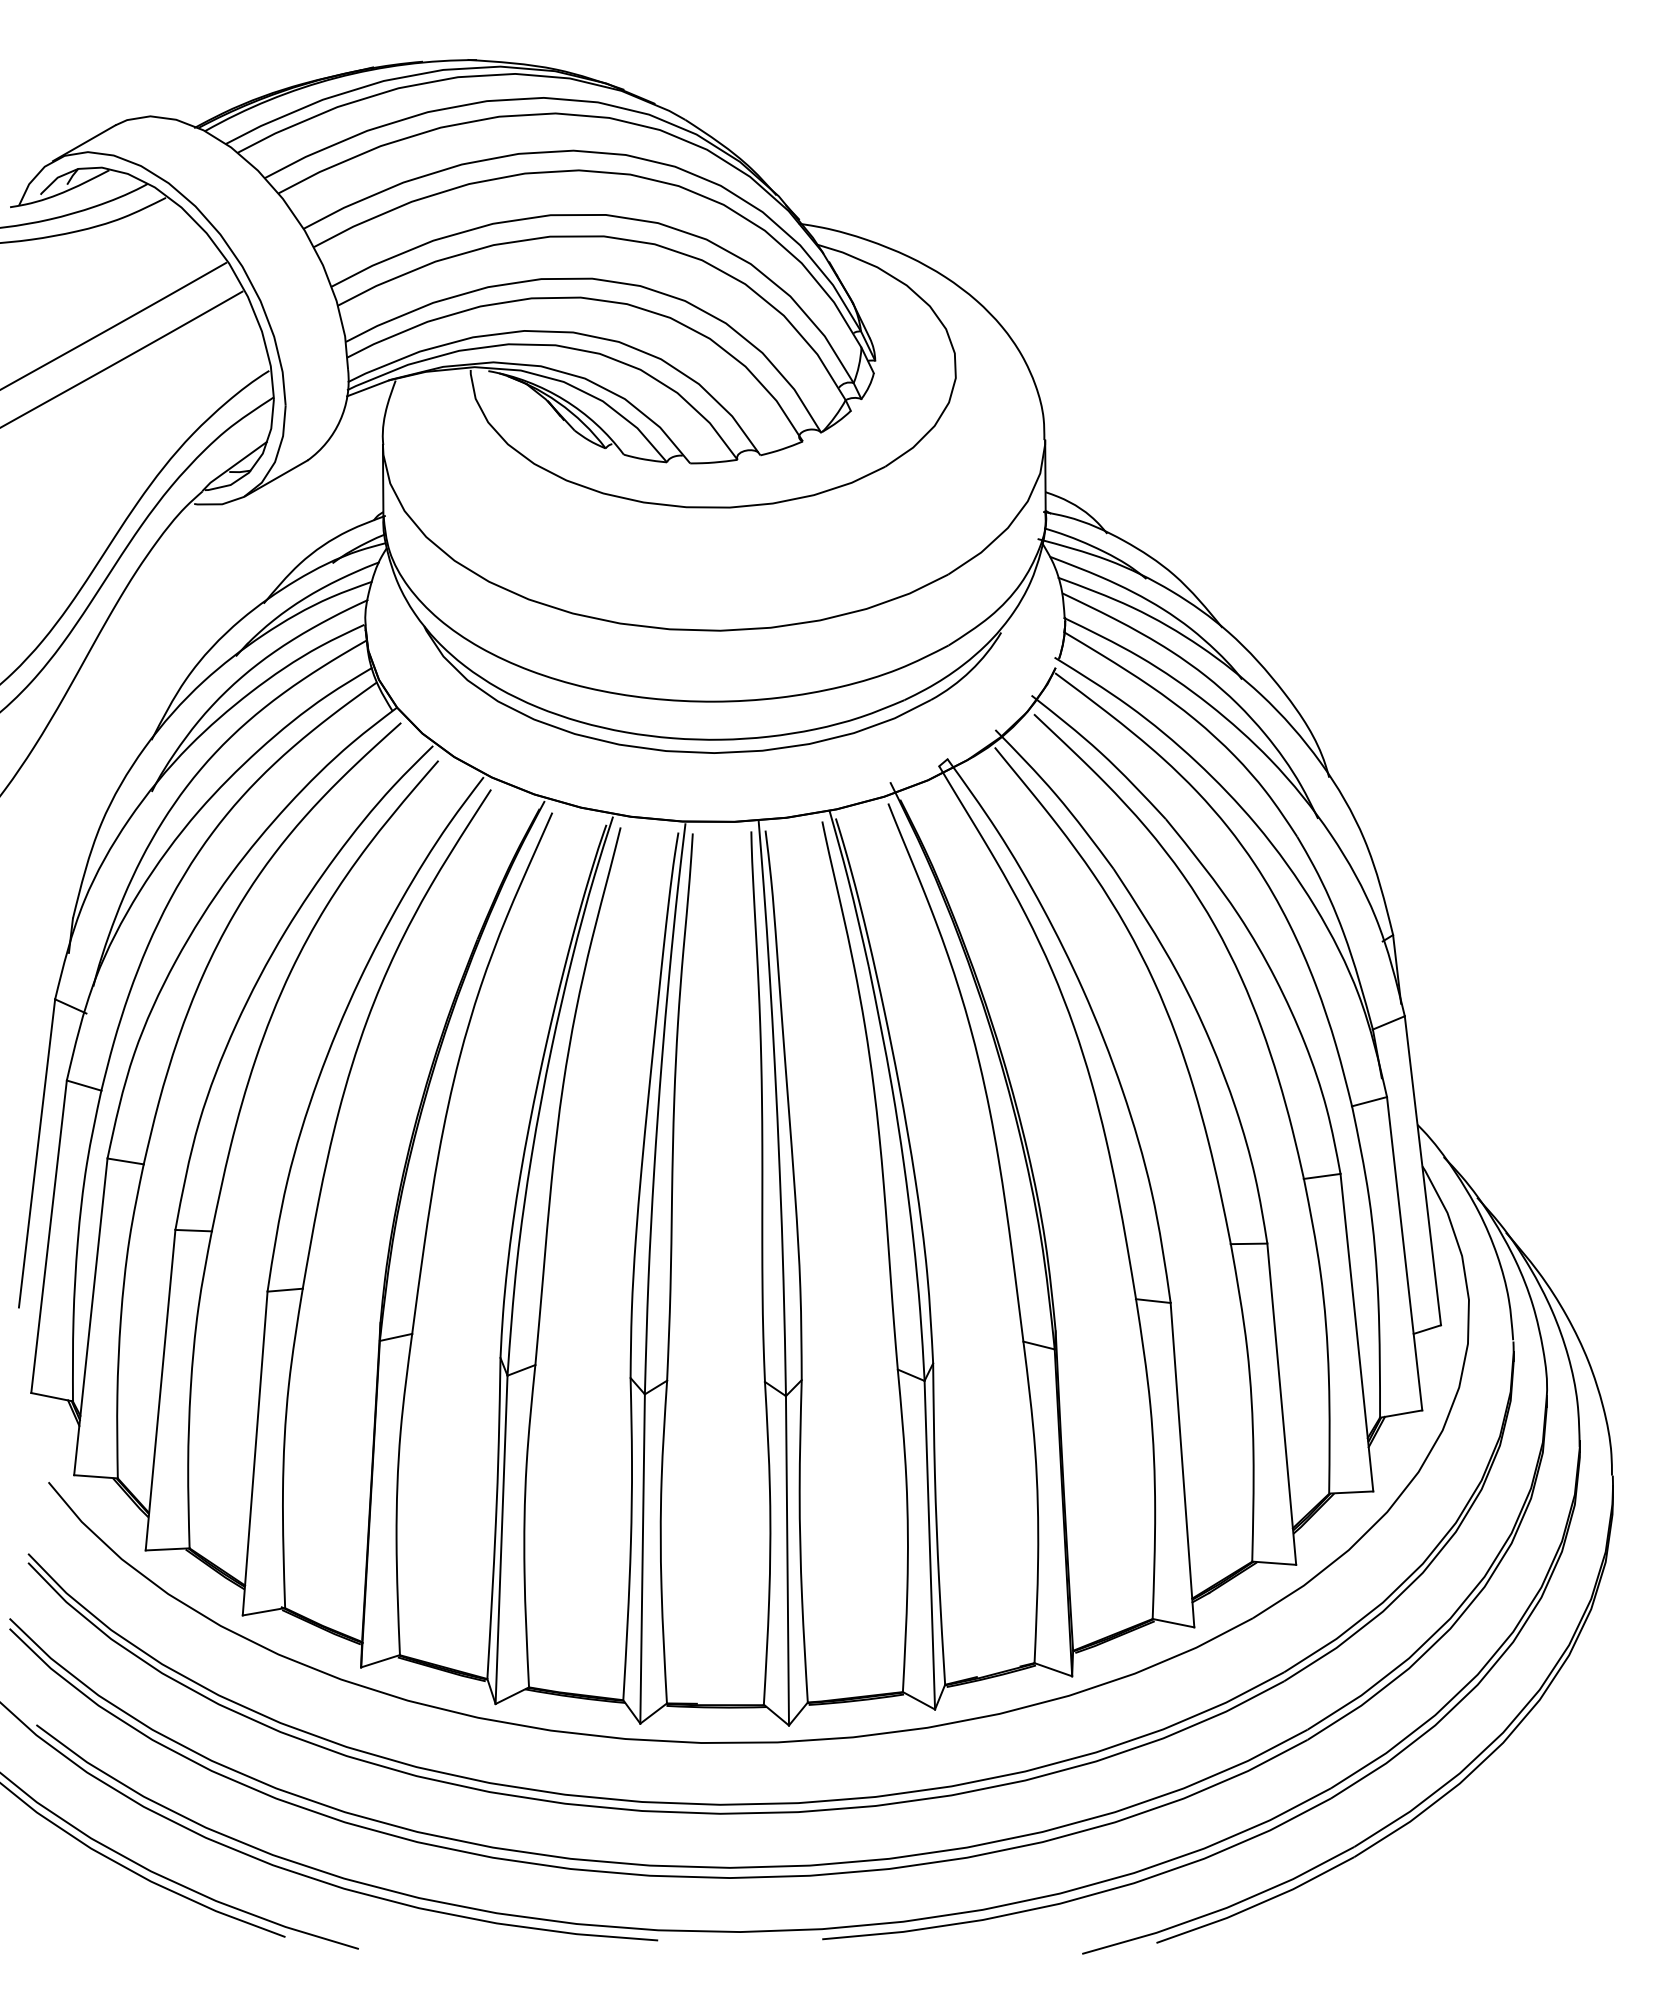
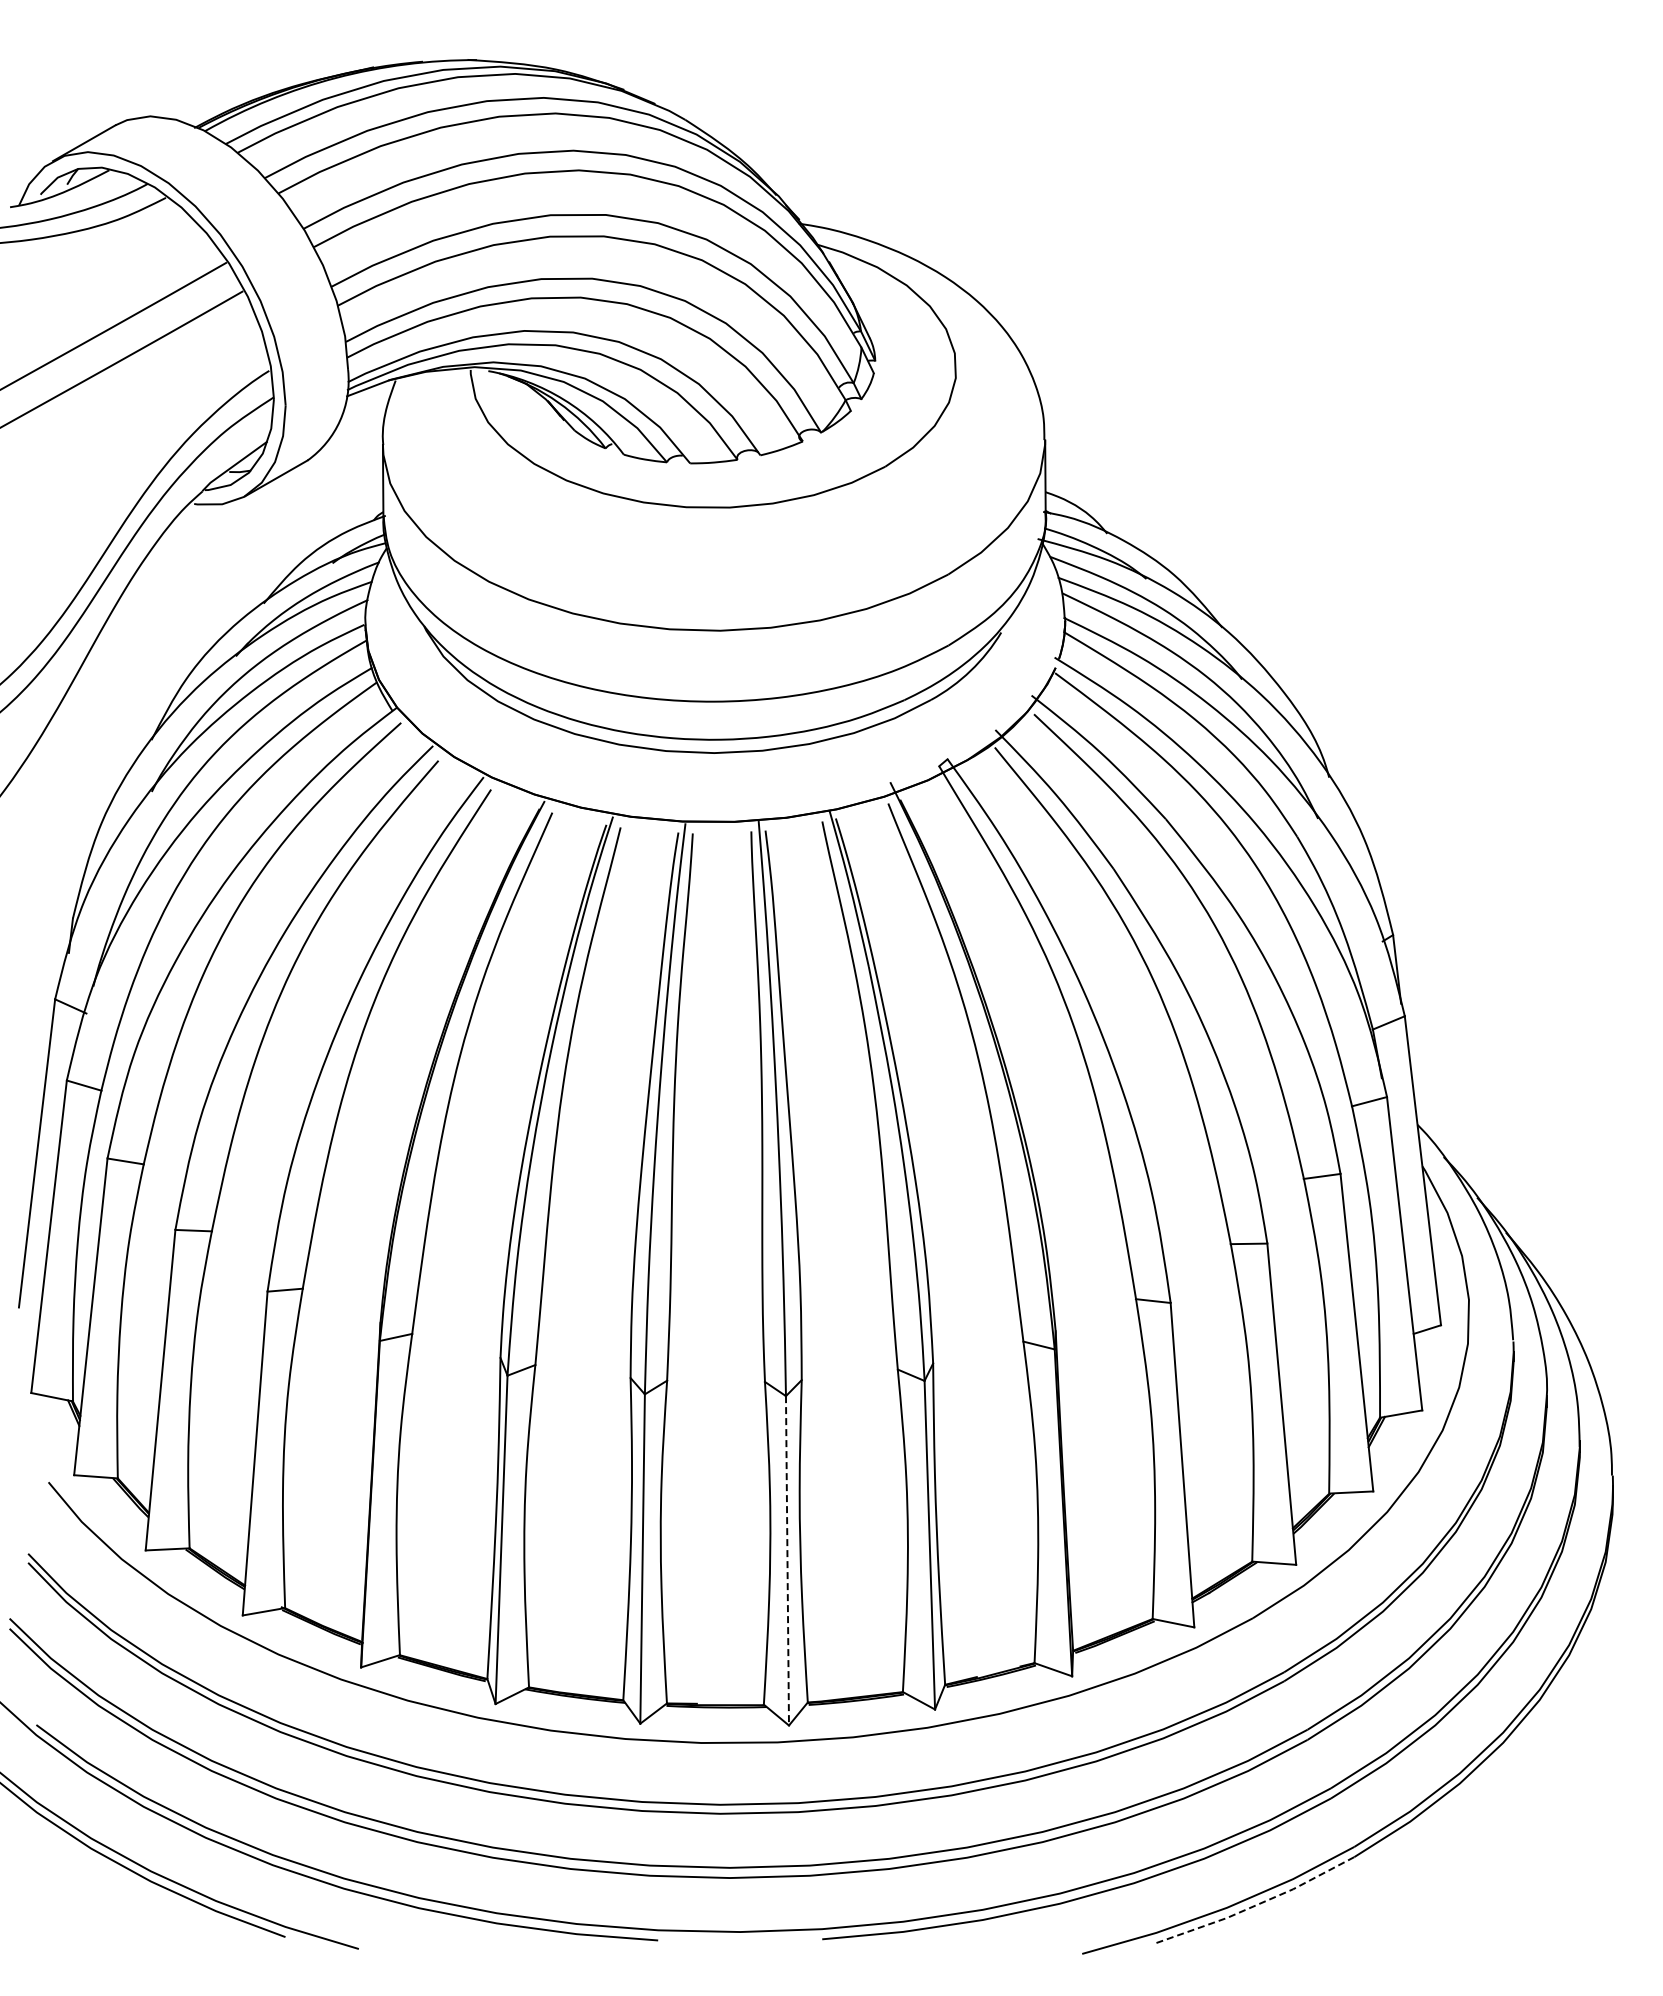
line at (787, 1560): solid -> dashed
line at (1257, 1904): solid -> dashed
